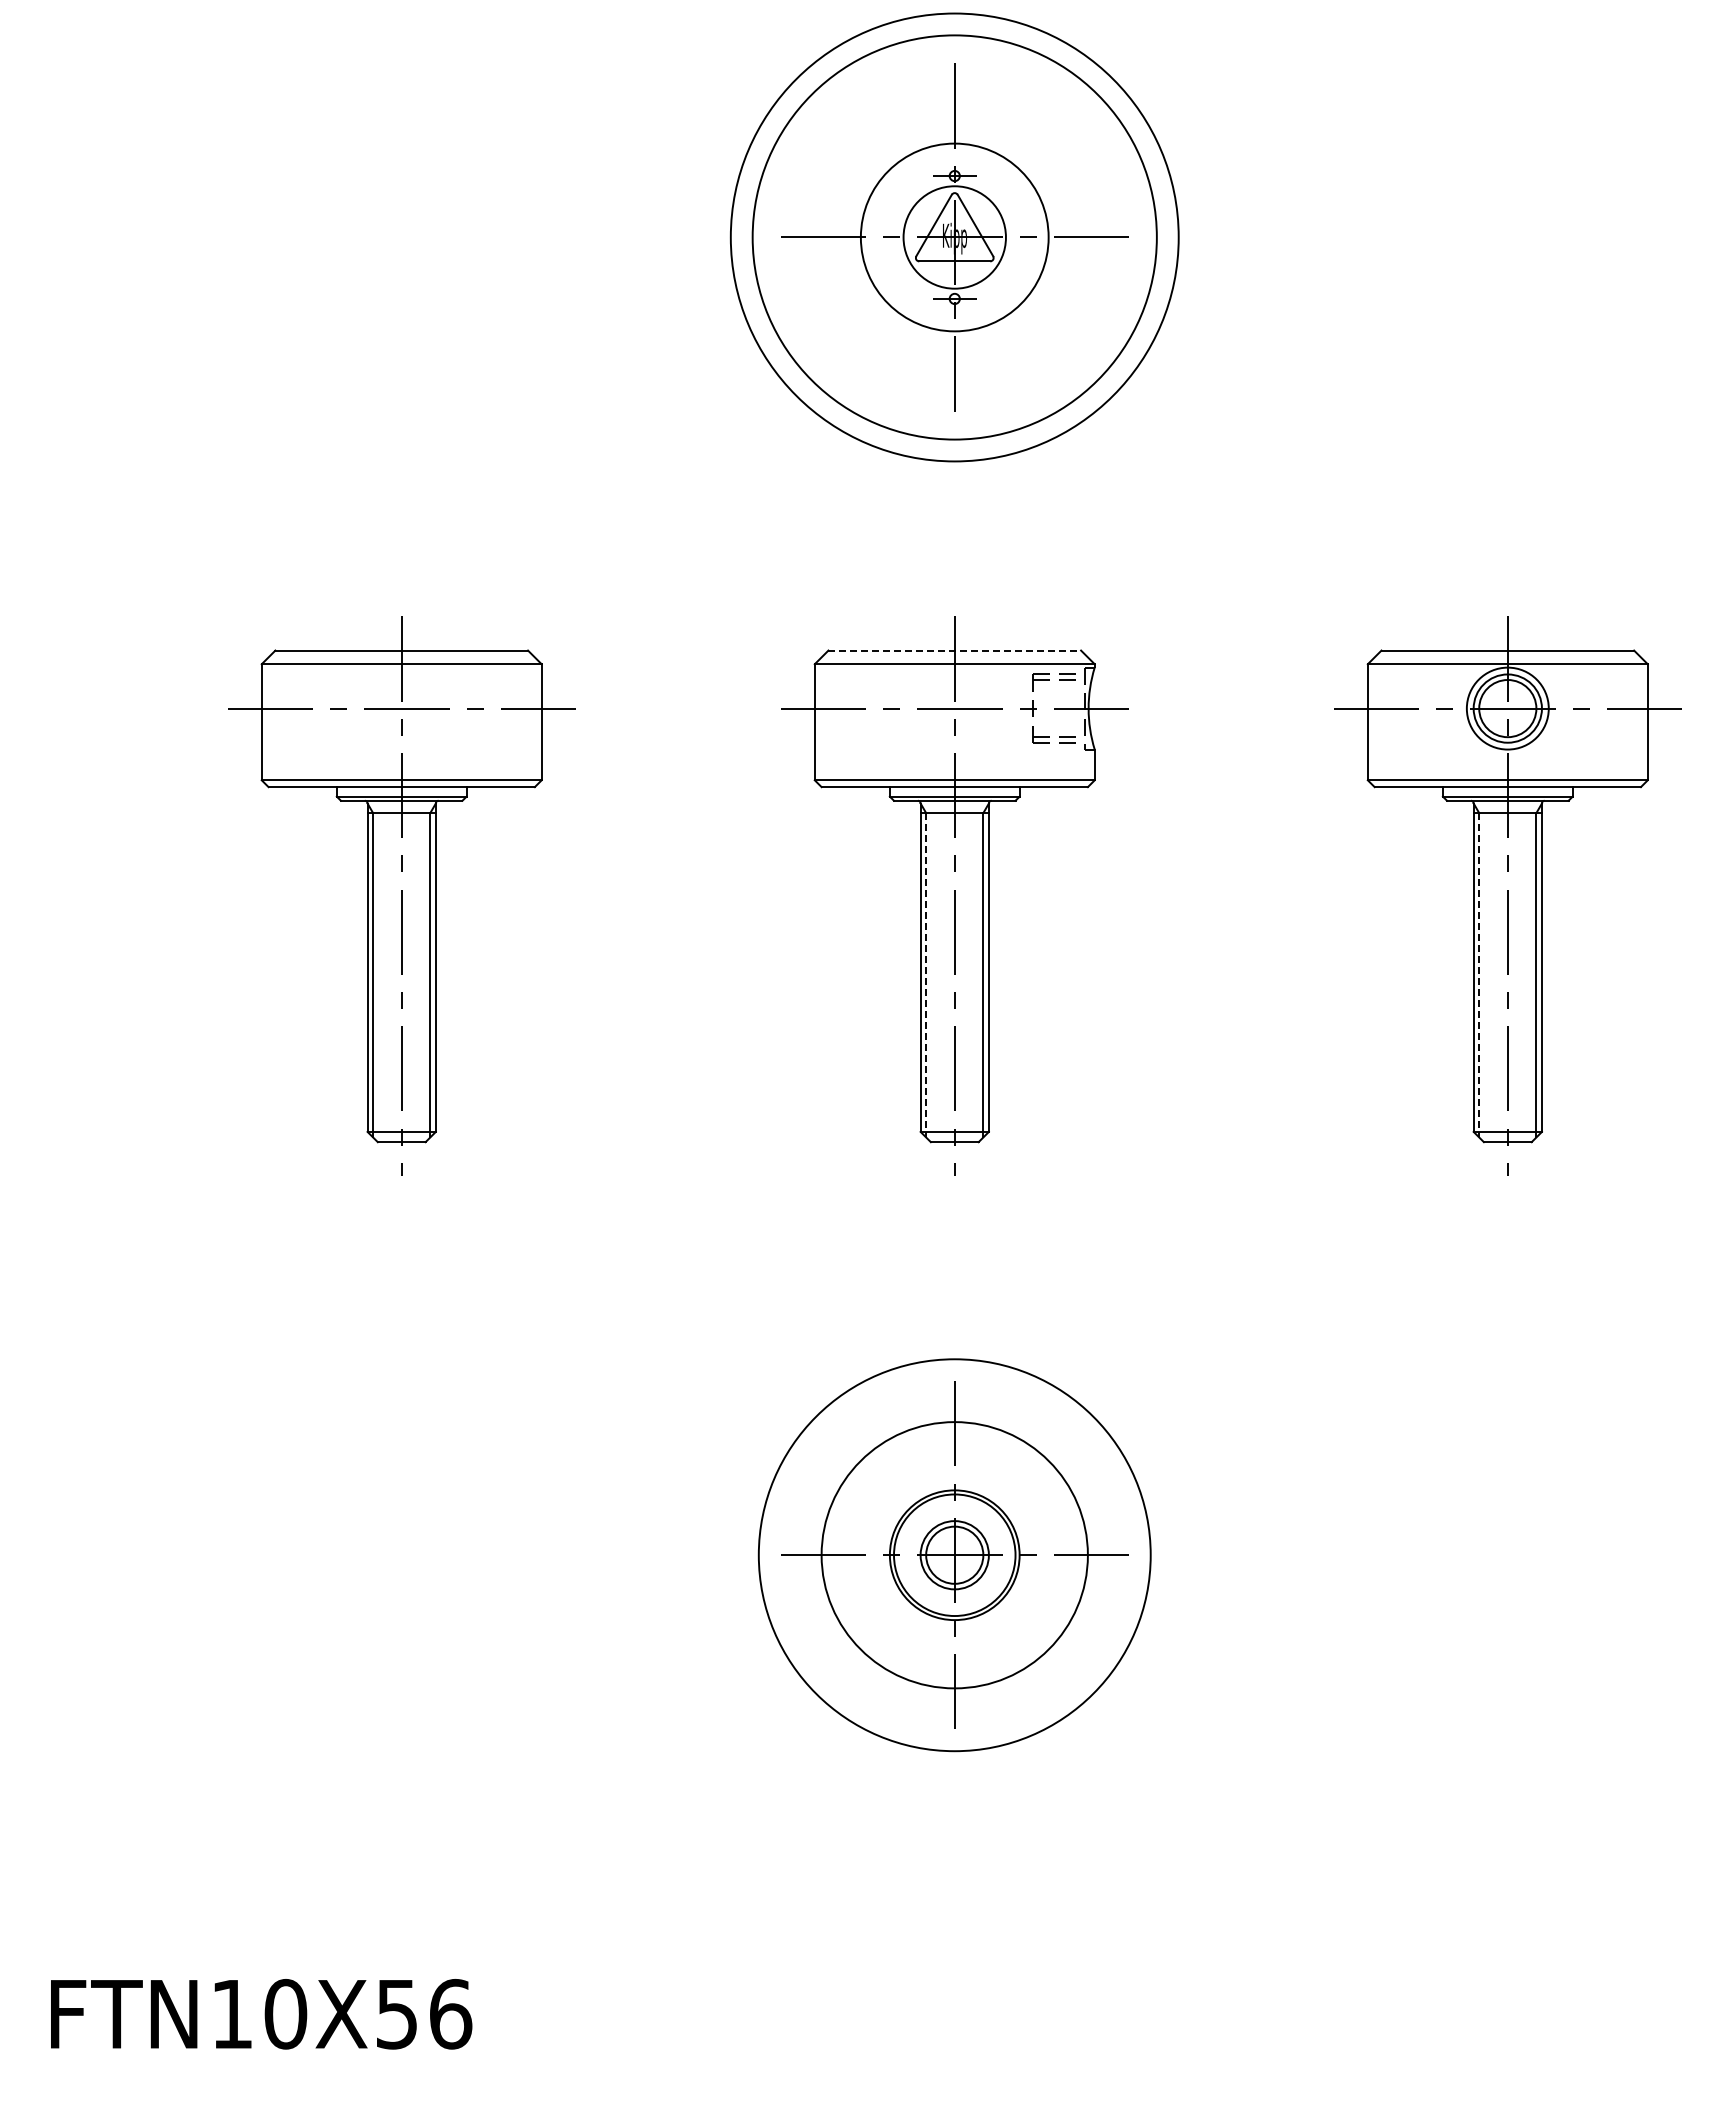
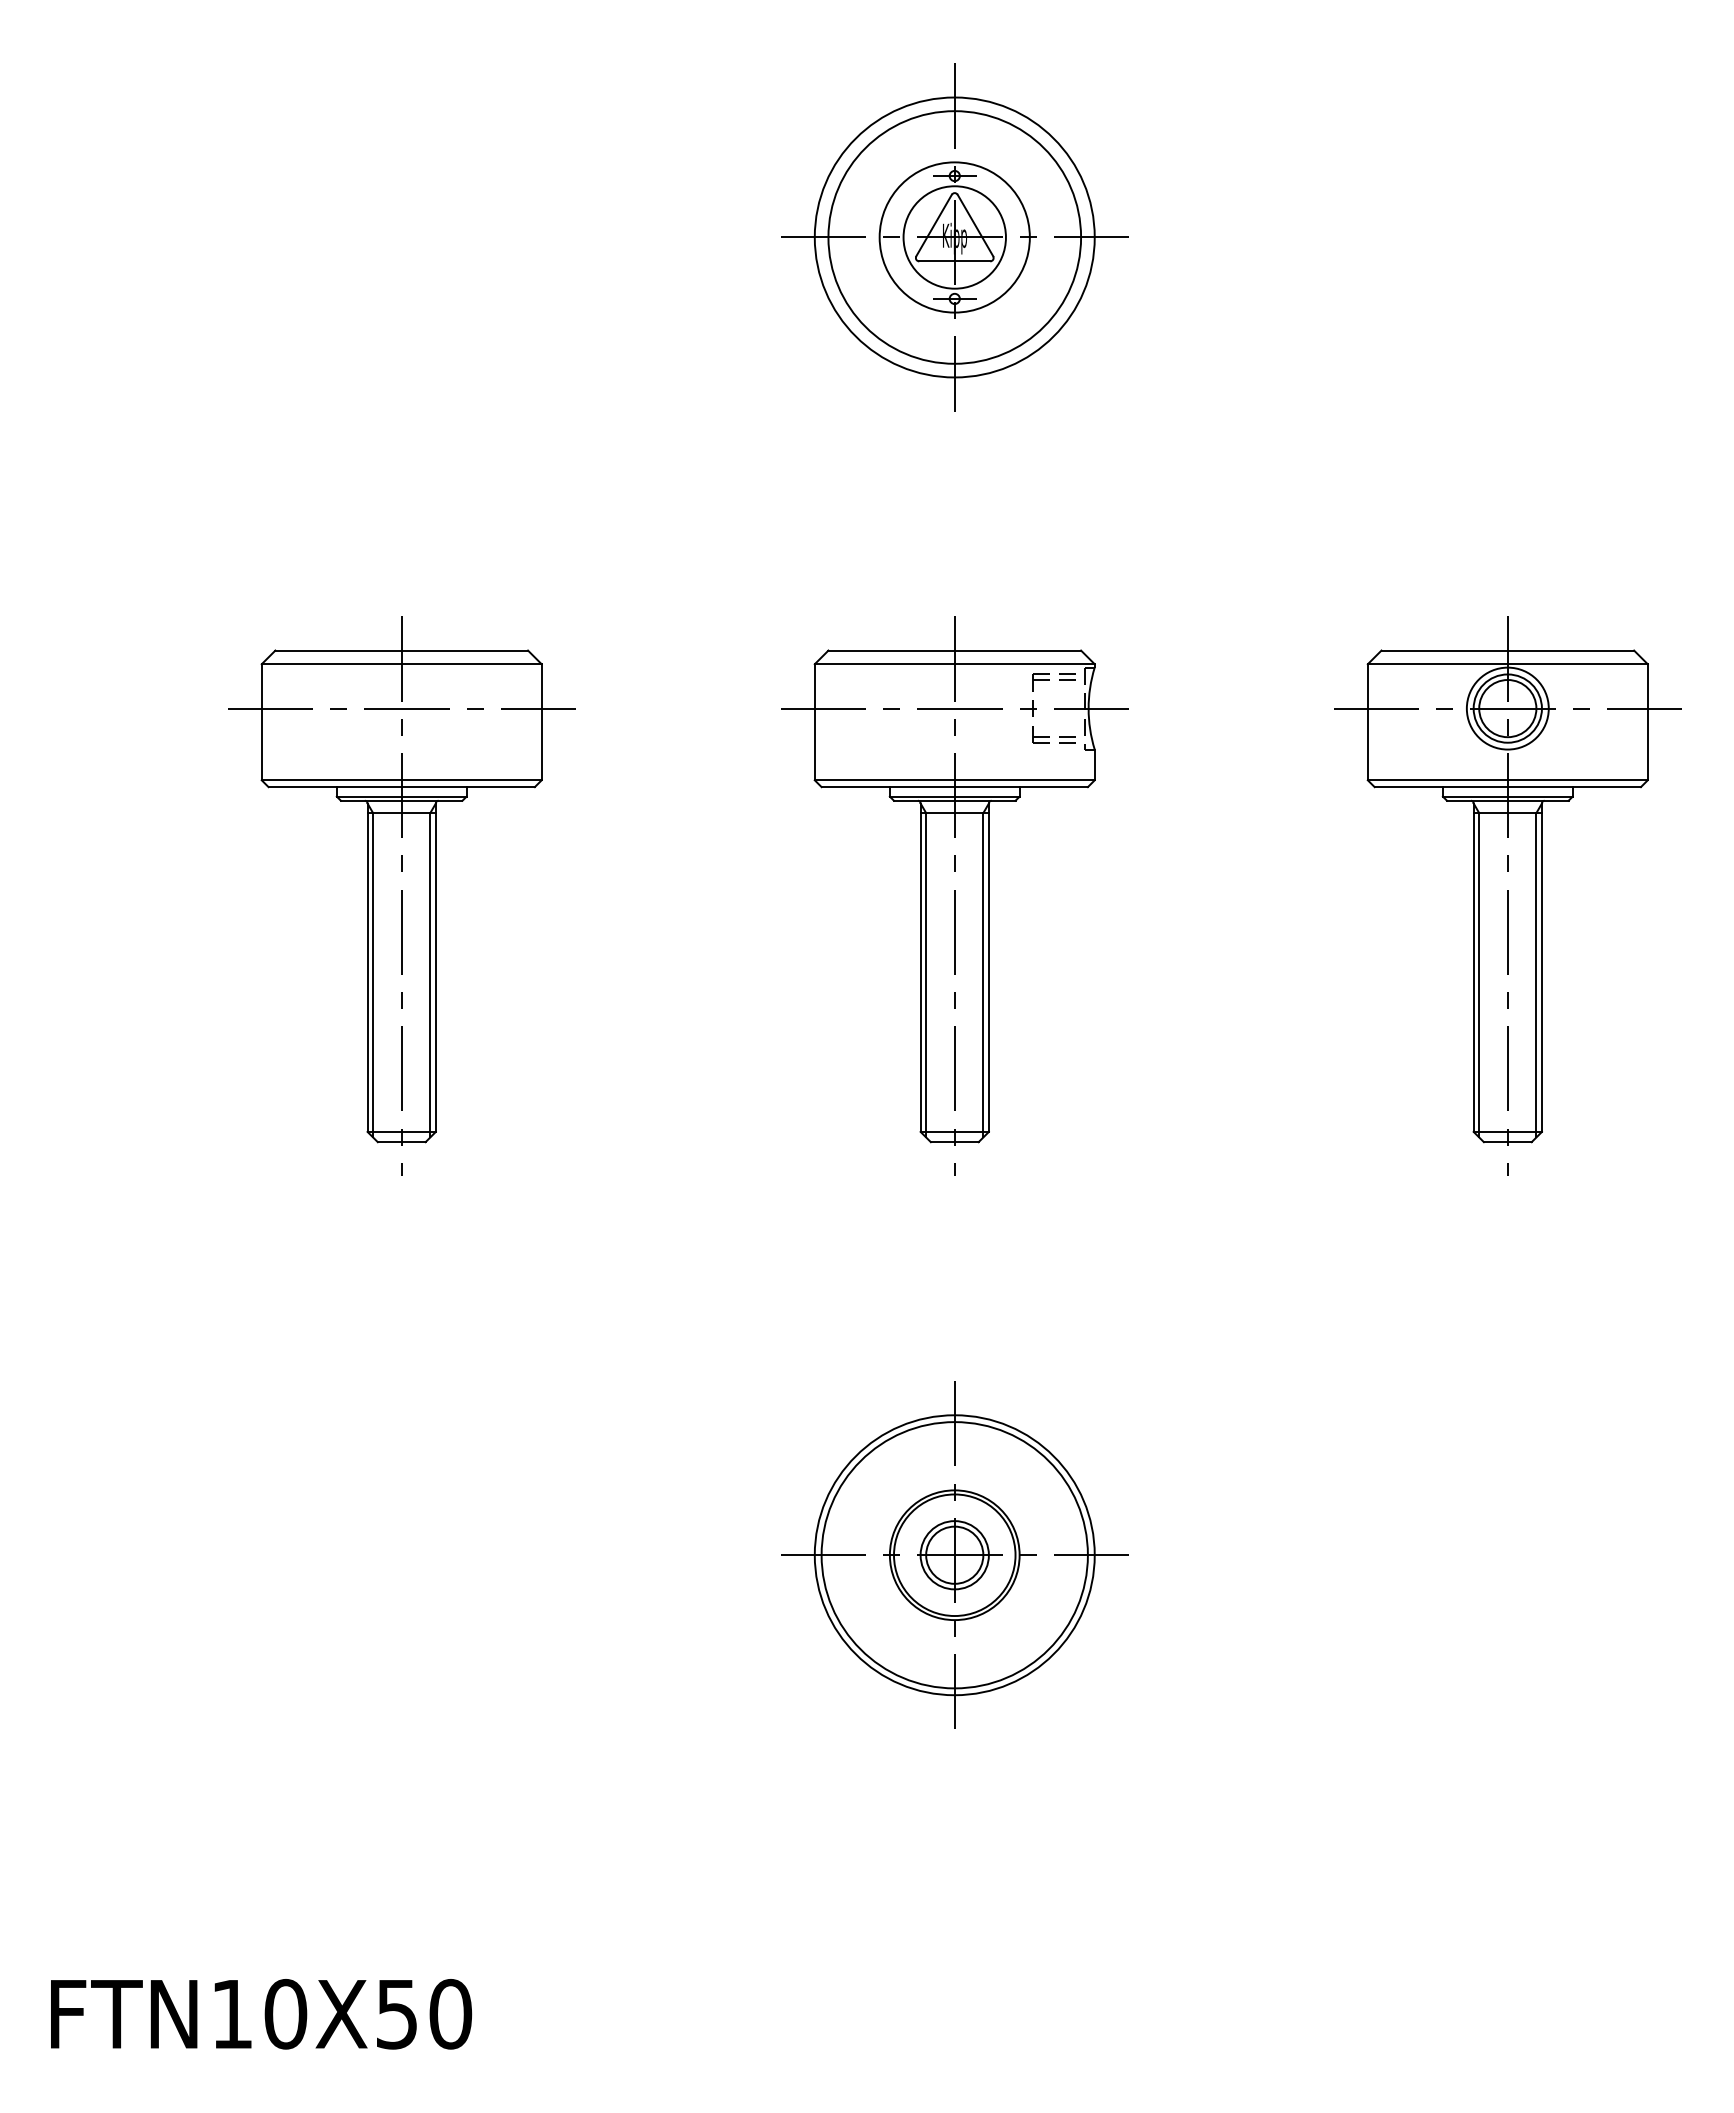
circle at (954, 237) diameter: 188 px -> 150 px
circle at (954, 237) diameter: 404 px -> 253 px
circle at (954, 237) diameter: 448 px -> 280 px
line at (955, 650): dashed -> solid
line at (926, 975): dashed -> solid
line at (1479, 975): dashed -> solid
circle at (954, 1555) diameter: 392 px -> 280 px
text at (450, 2013): FTN10X56 -> FTN10X50
